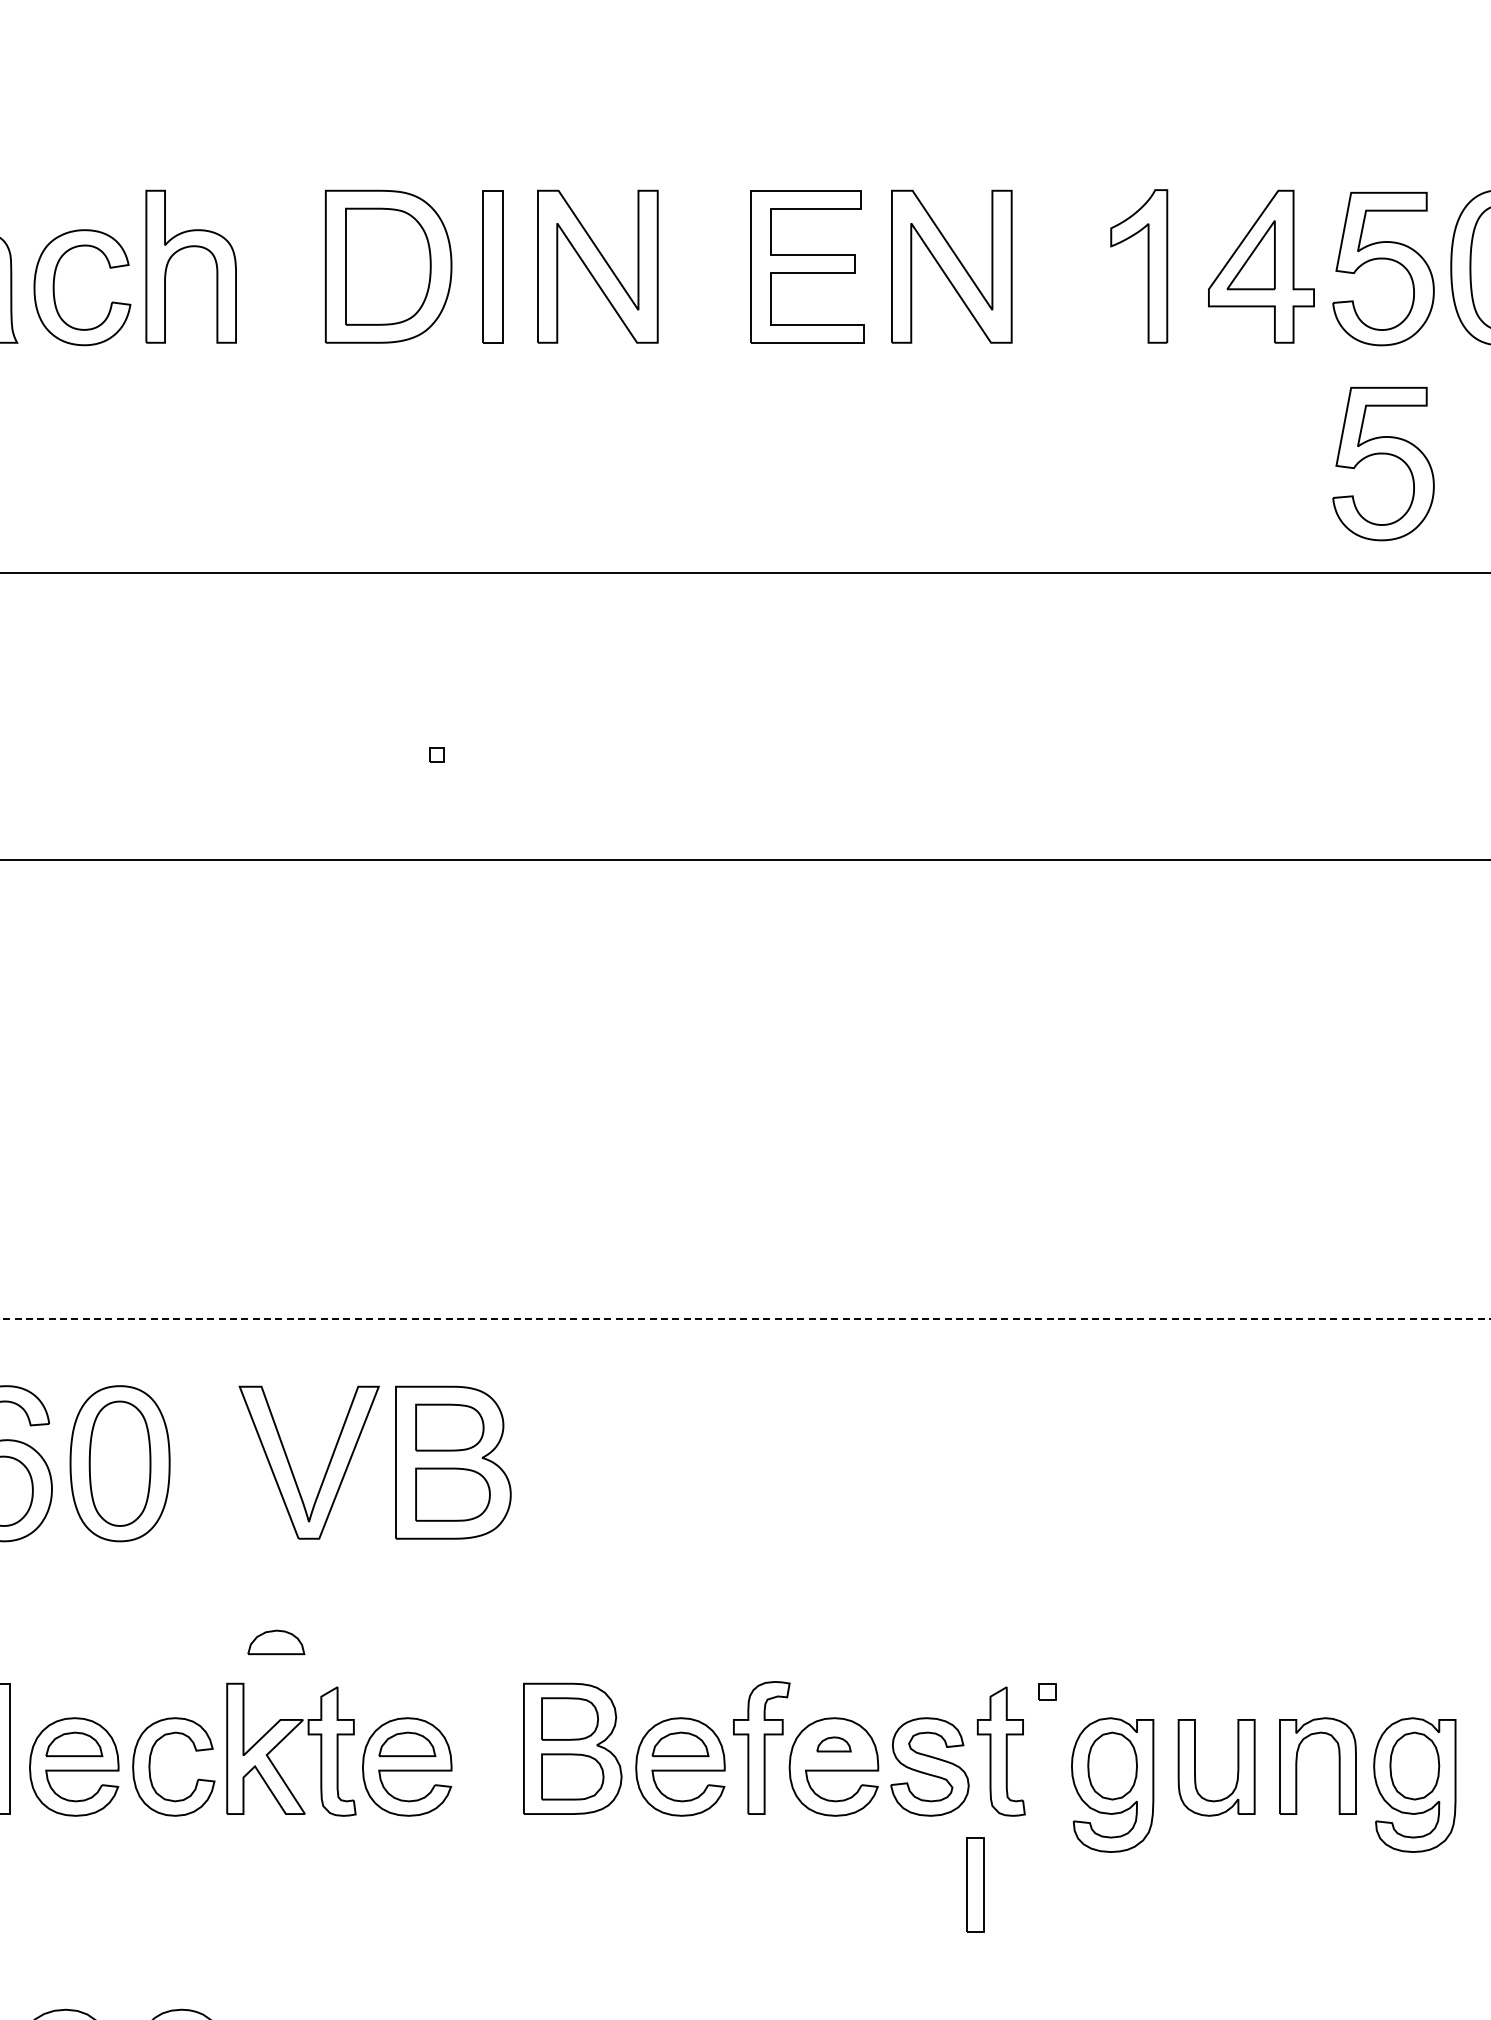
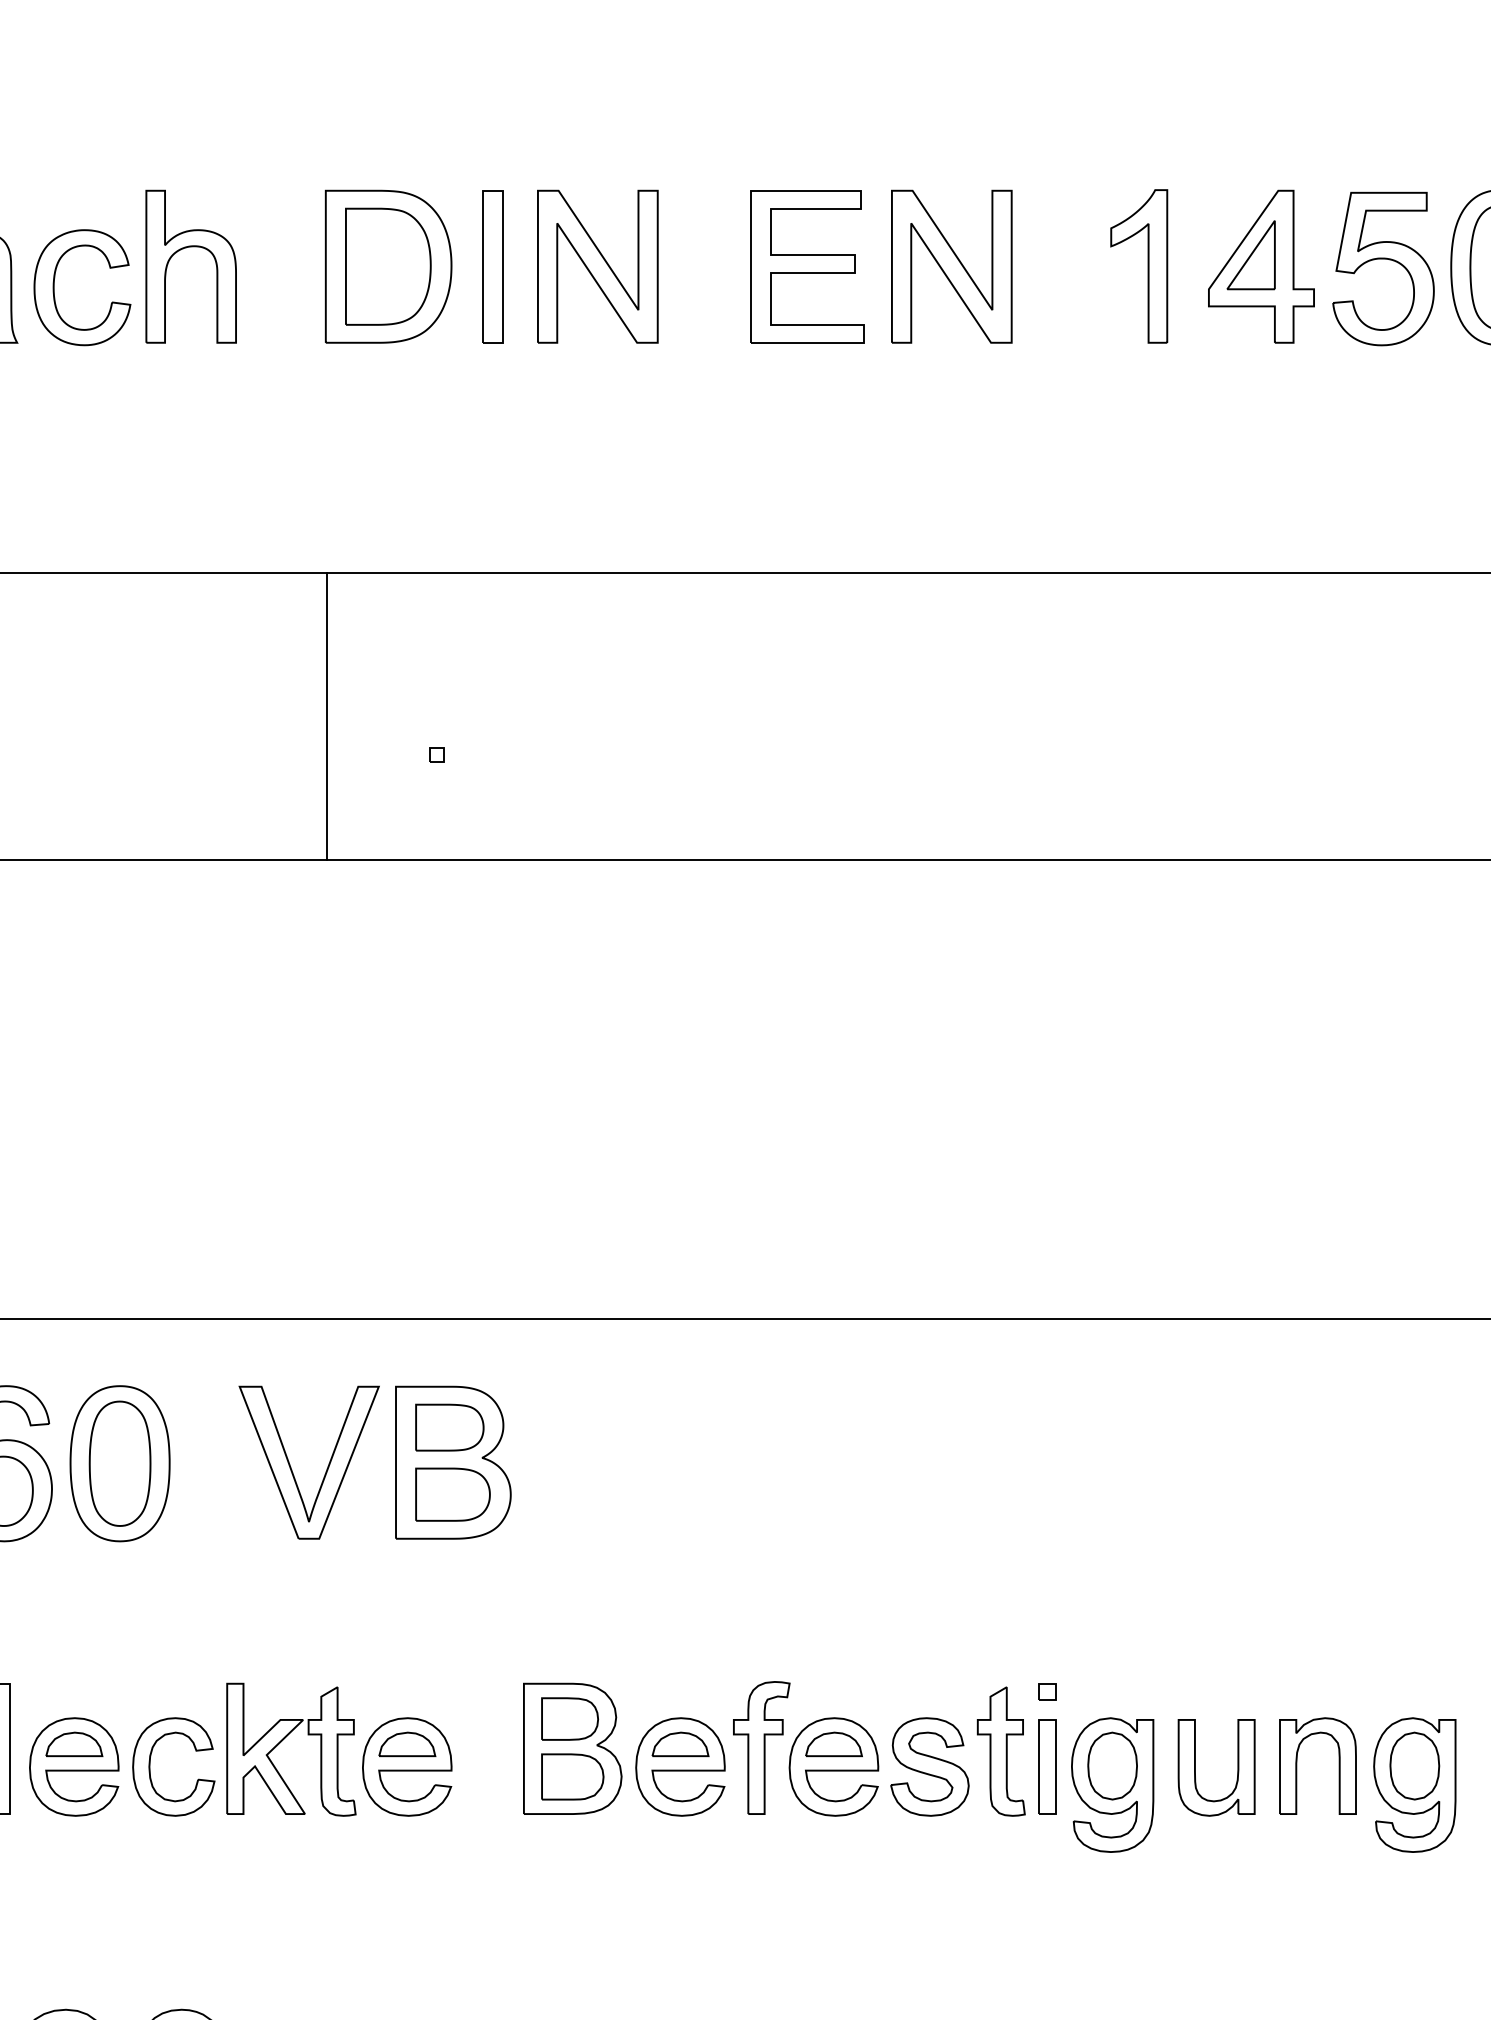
part at (1383, 454): present -> none
line at (327, 716): none -> present
line at (745, 1319): dashed -> solid
part at (276, 1642): present -> none
part at (833, 1744) size: 36x17 px -> 58x27 px
part at (975, 1884) position: (975, 1884) -> (1047, 1766)
